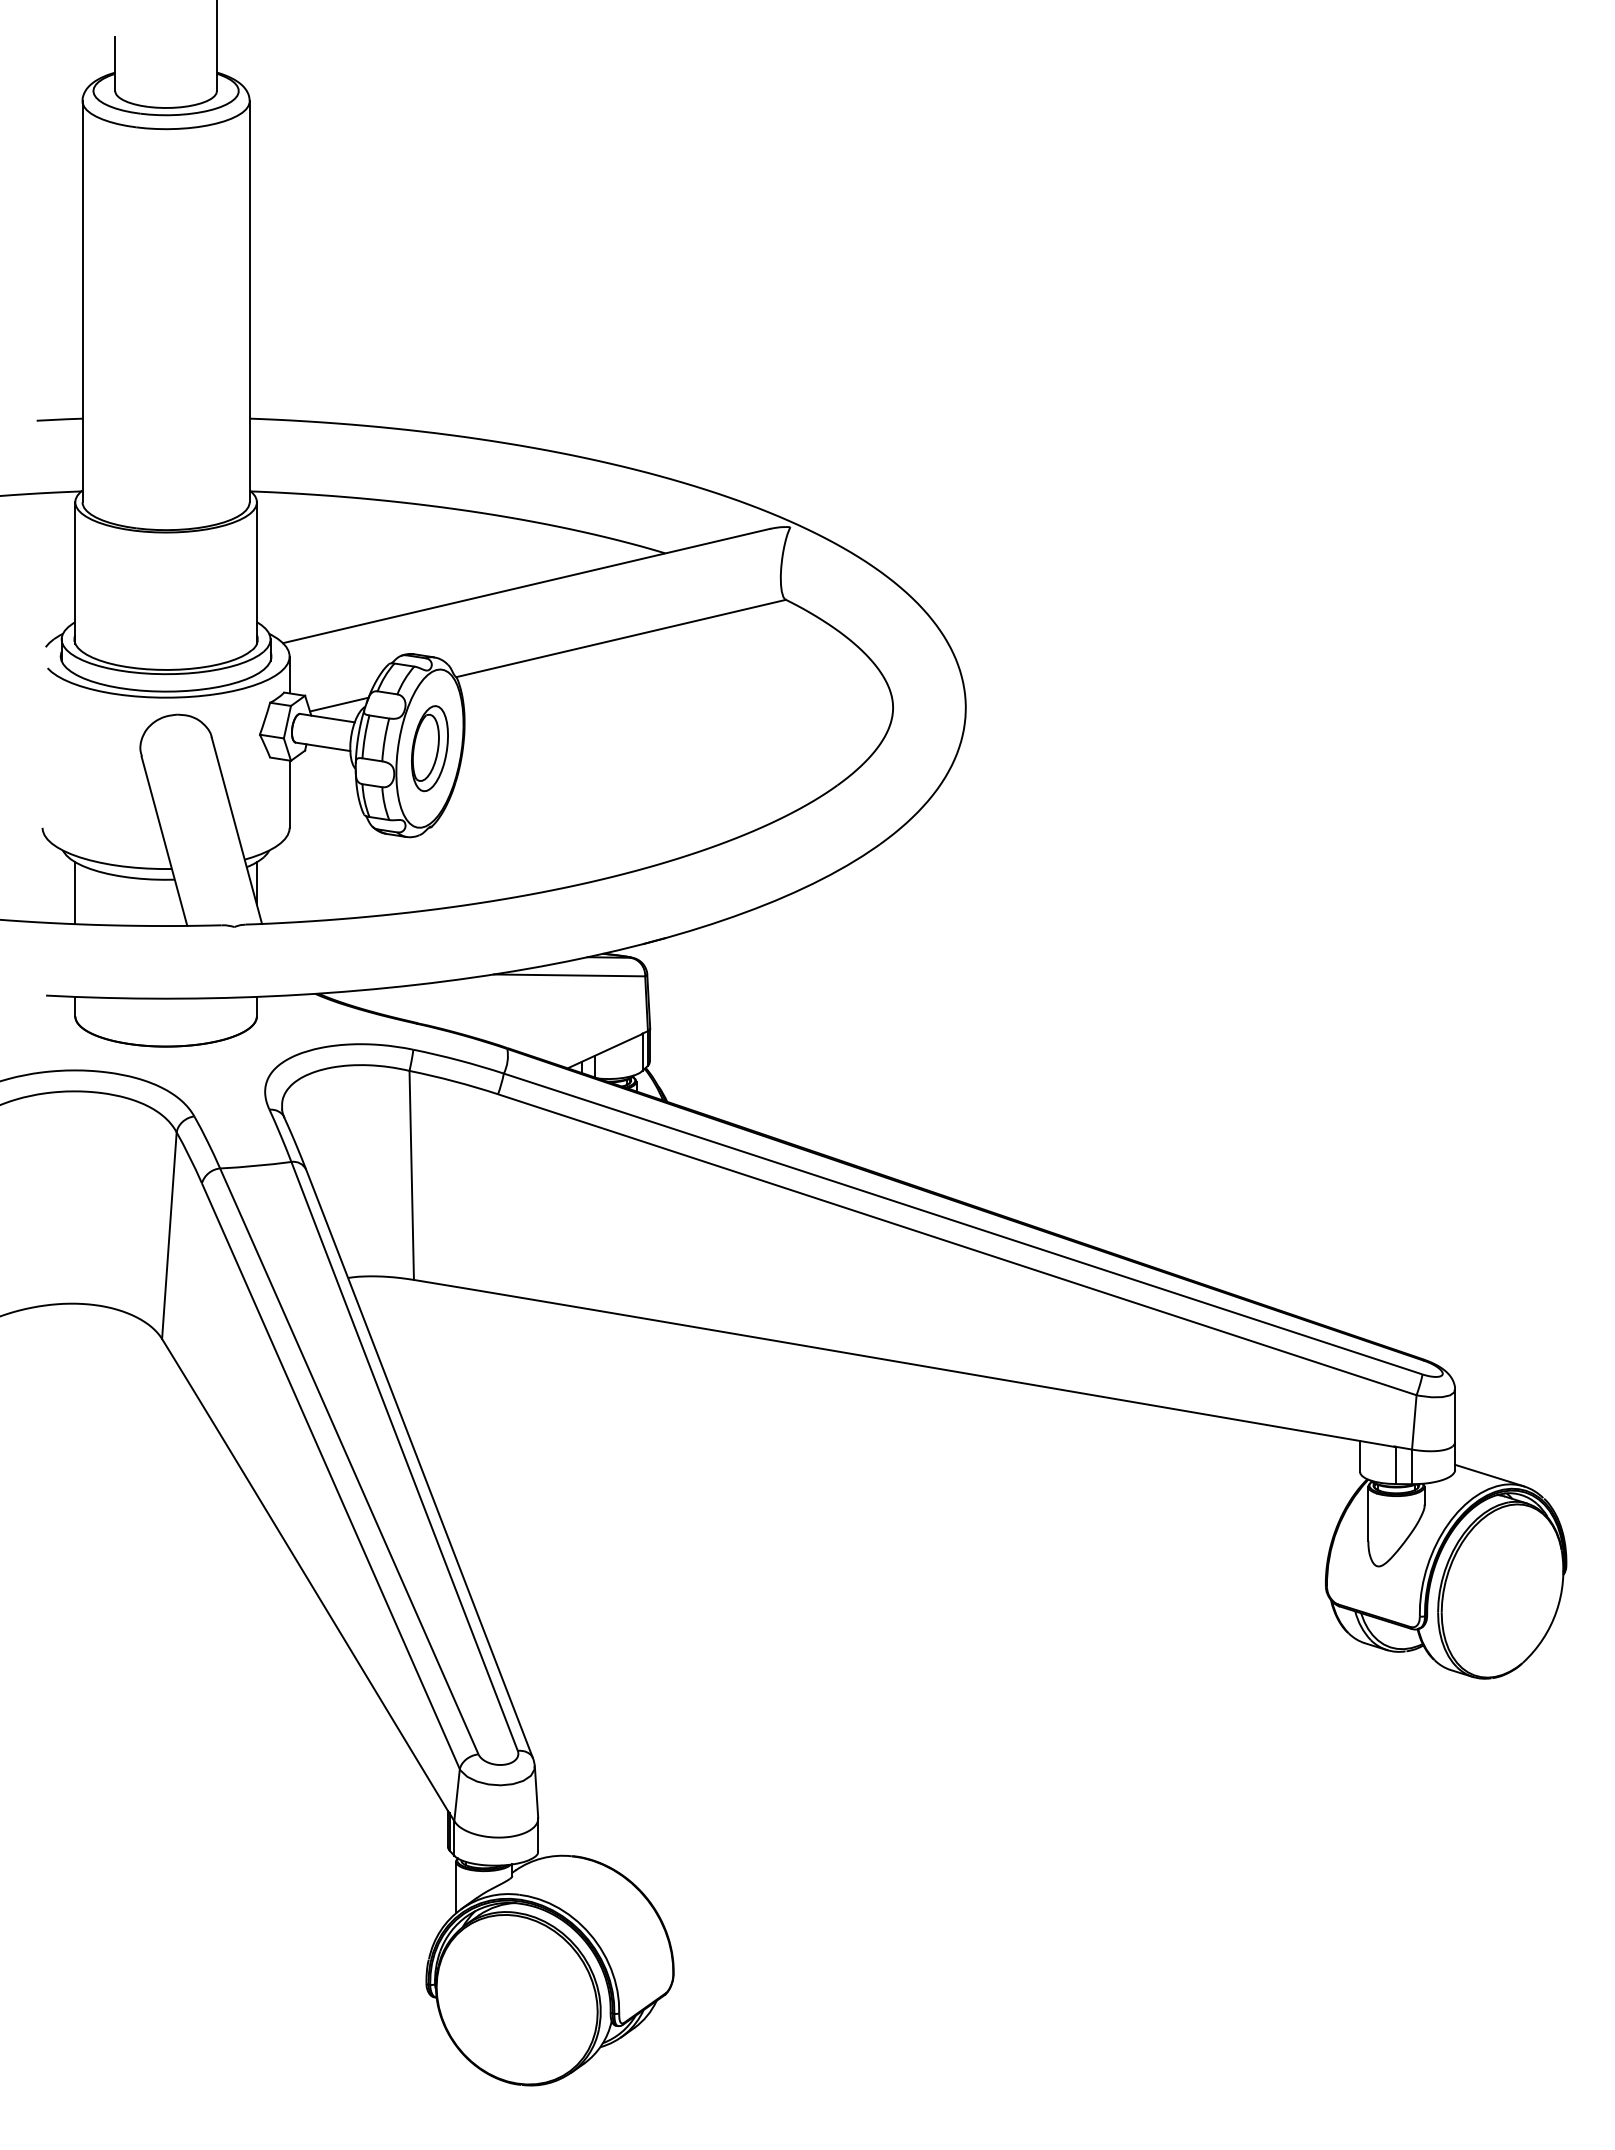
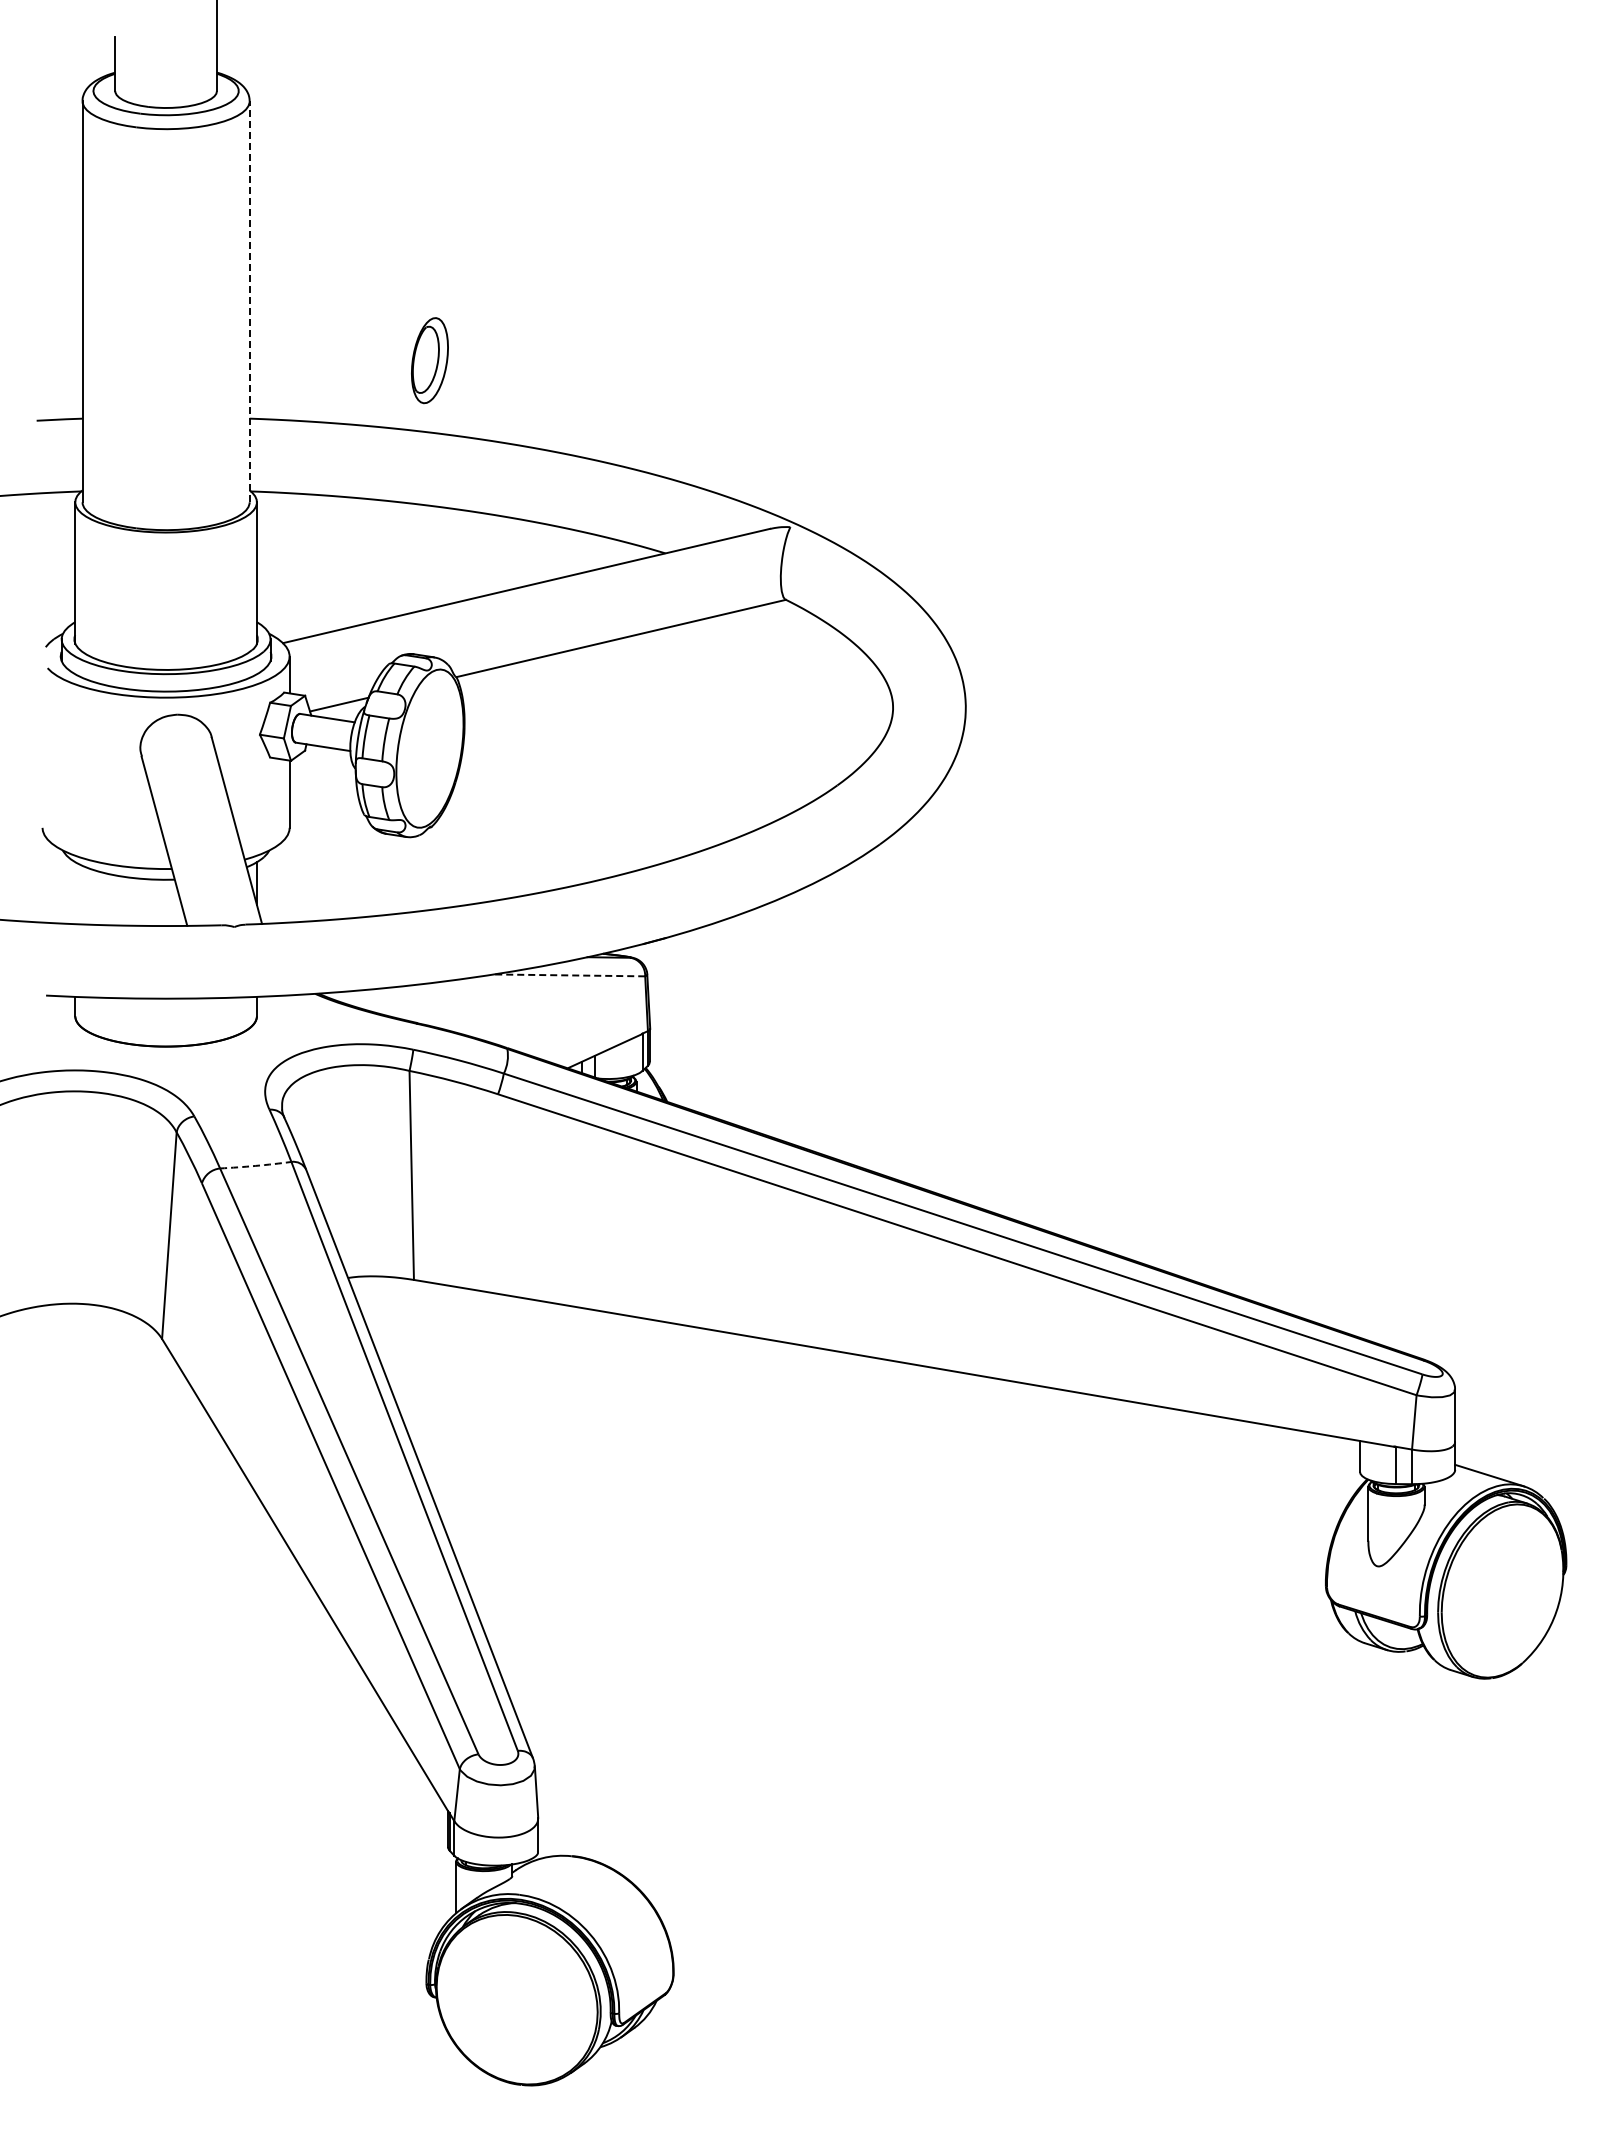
line at (249, 301): solid -> dashed
part at (429, 748) position: (429, 748) -> (429, 360)
line at (75, 893): present -> none
line at (569, 975): solid -> dashed
arc at (255, 1165): solid -> dashed
